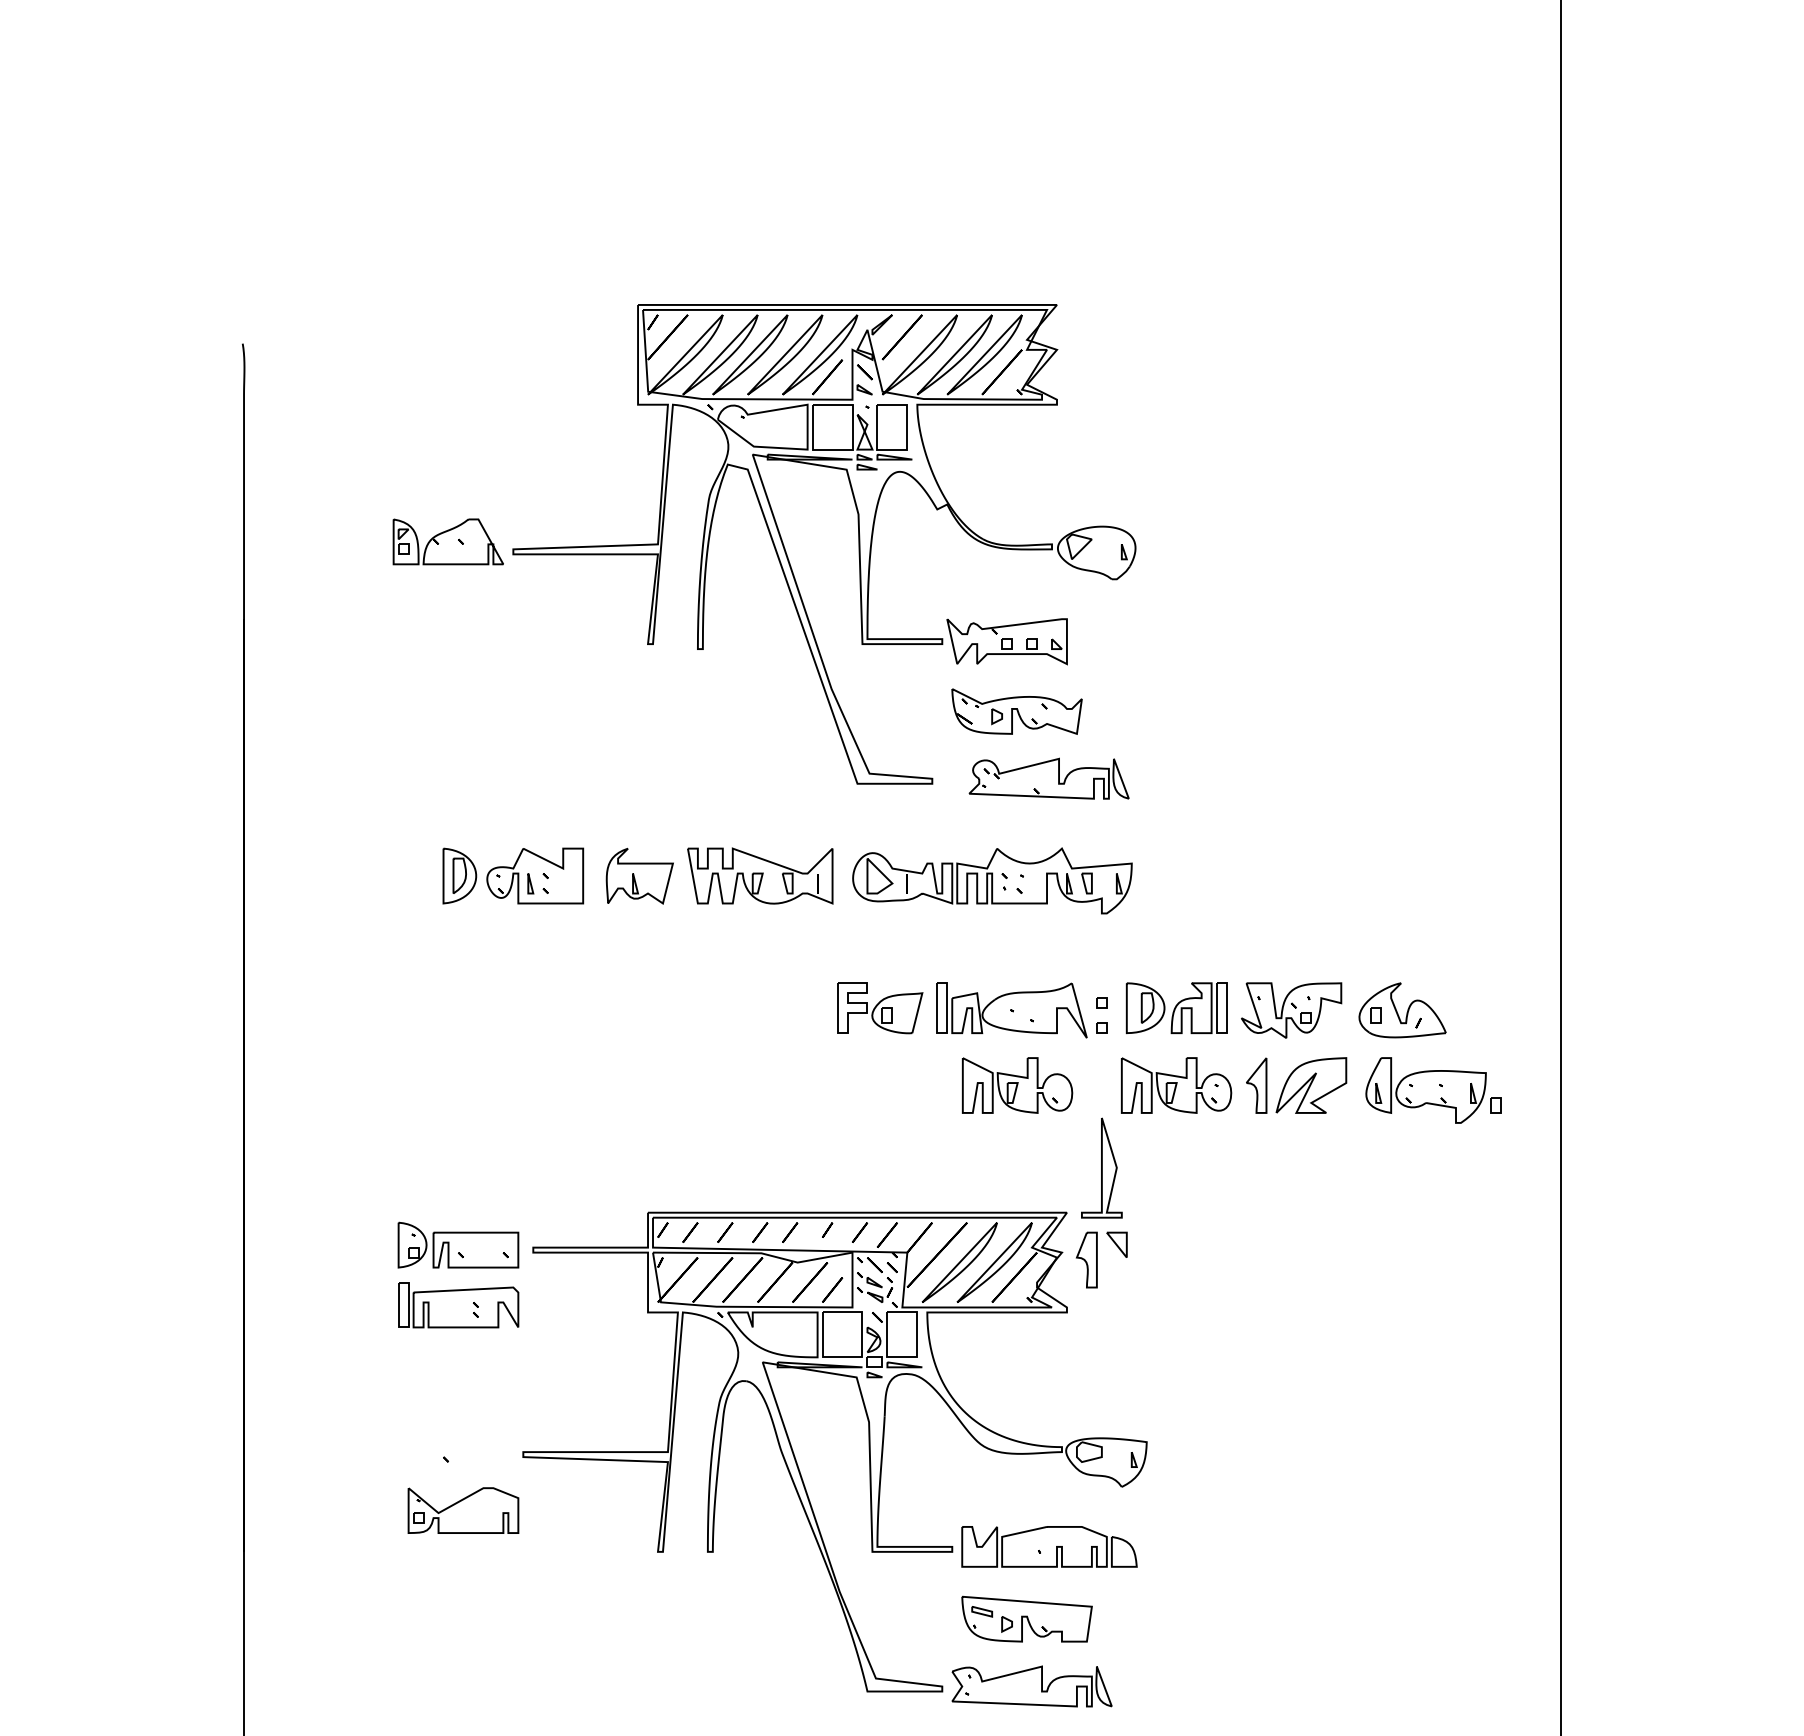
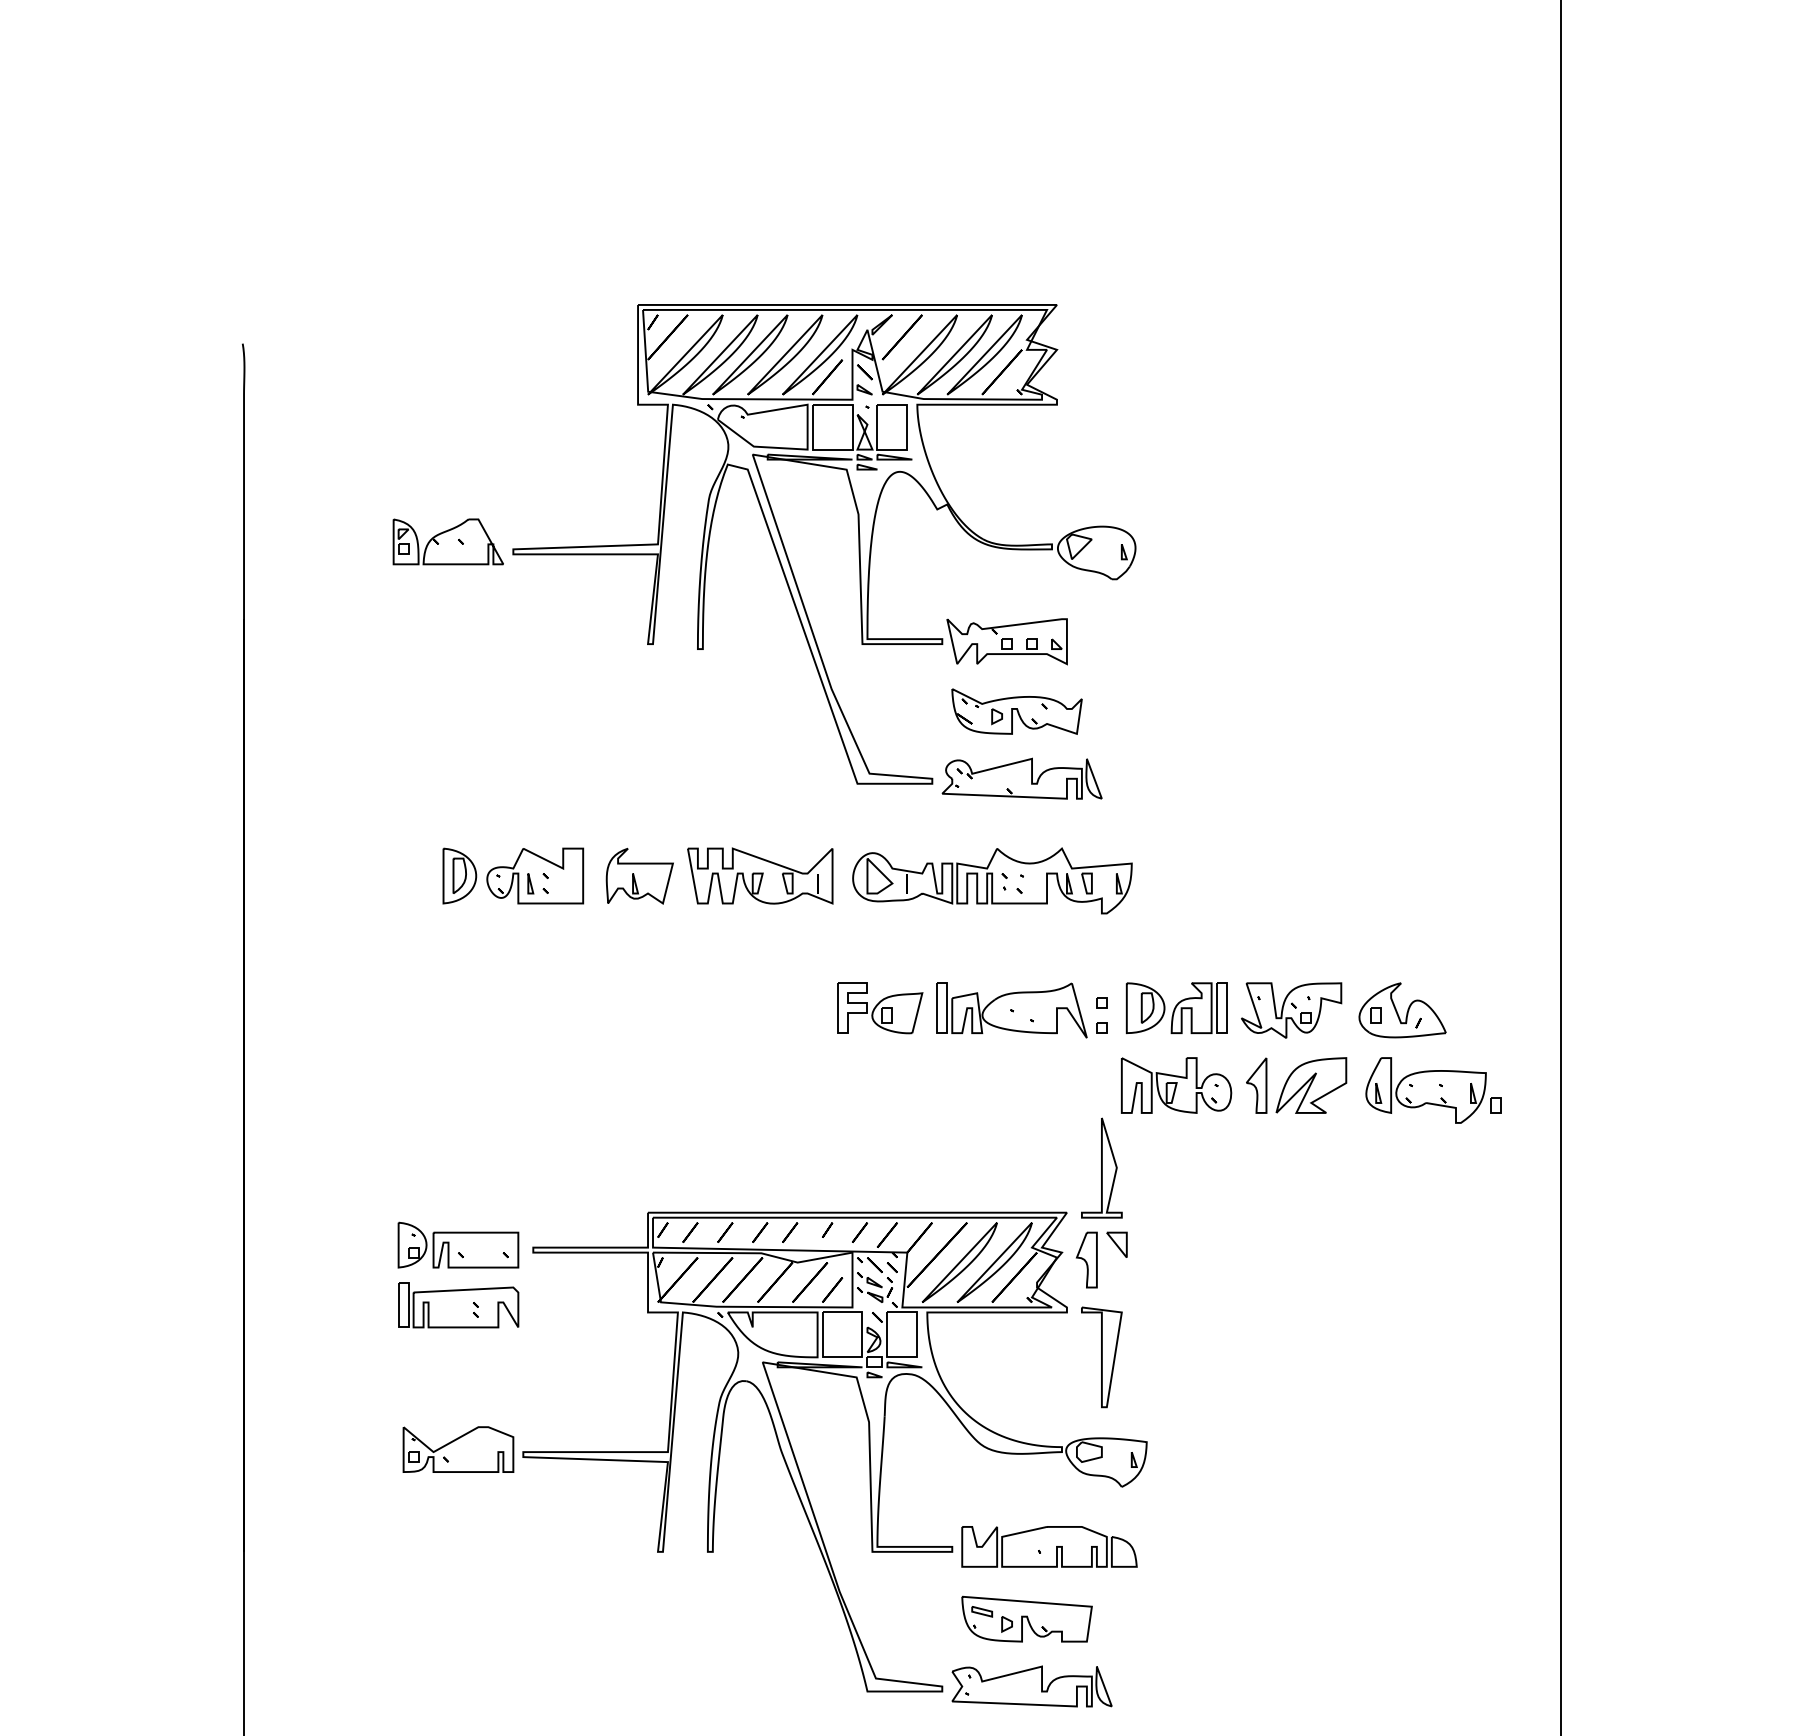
part at (1048, 778) position: (1048, 778) -> (1021, 778)
part at (1017, 1085): present -> none
part at (1101, 1357): none -> present
part at (463, 1510) position: (463, 1510) -> (458, 1449)
